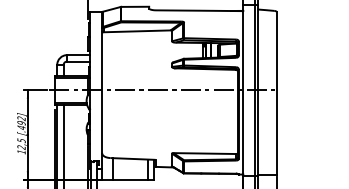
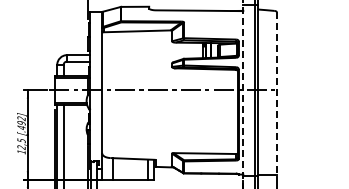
line at (276, 93): solid -> dashed
line at (243, 94): solid -> dashed
